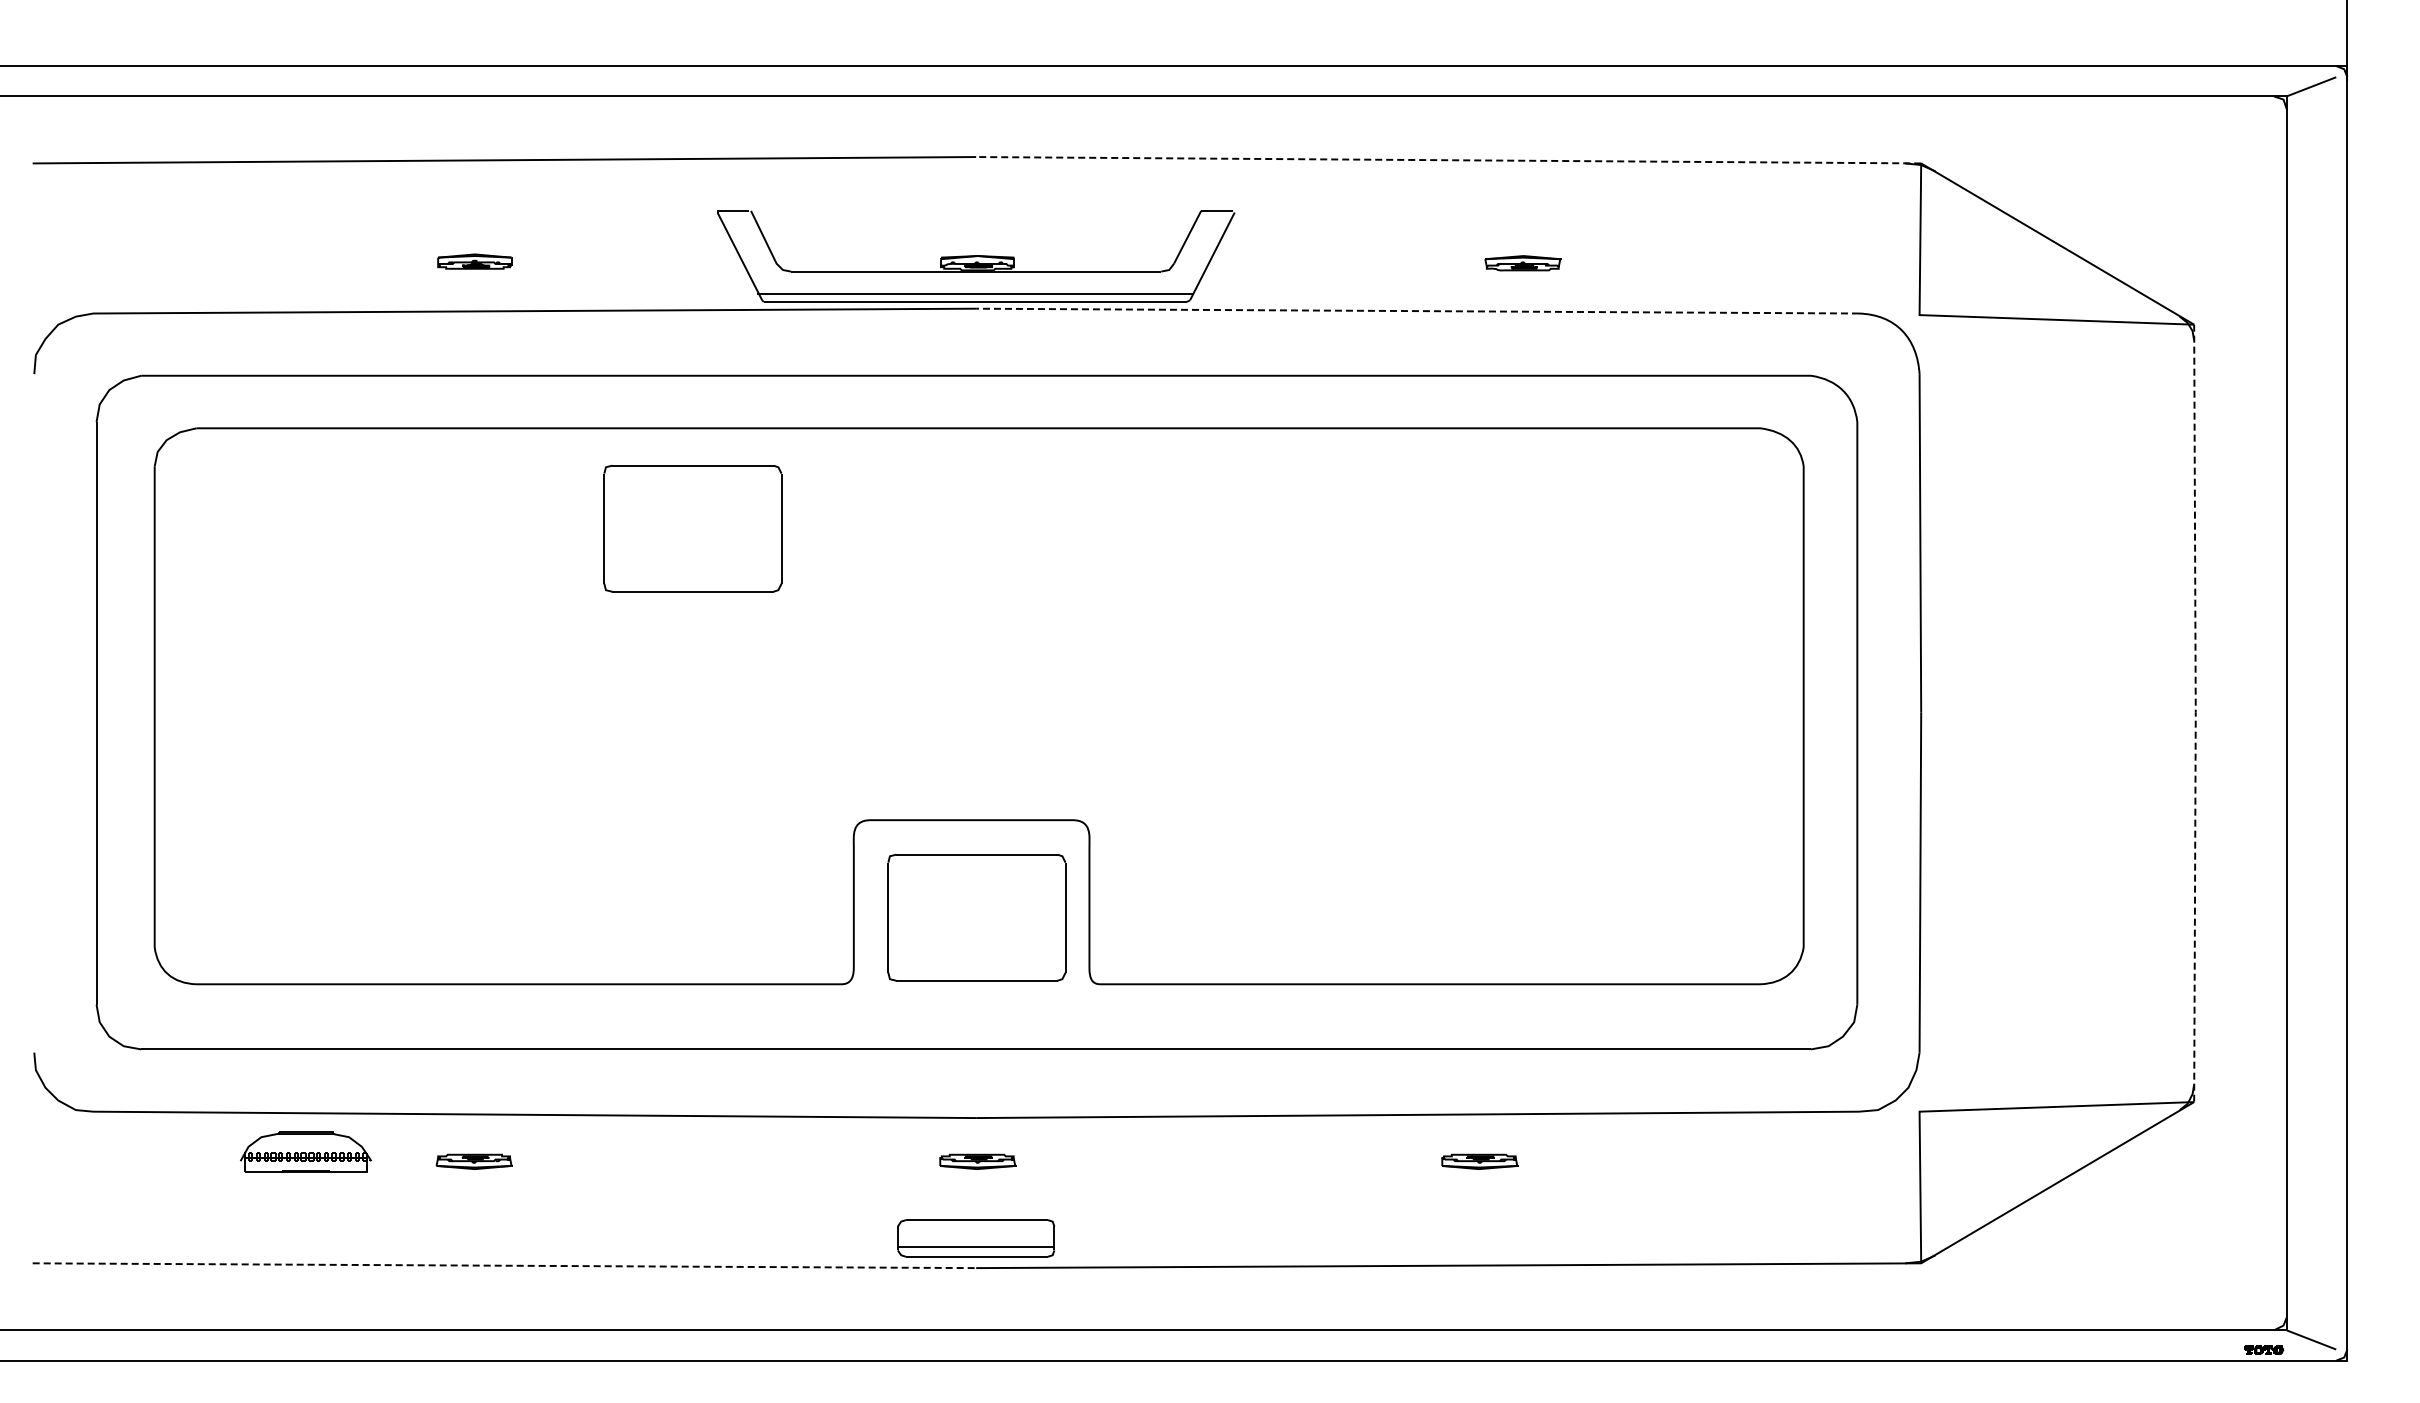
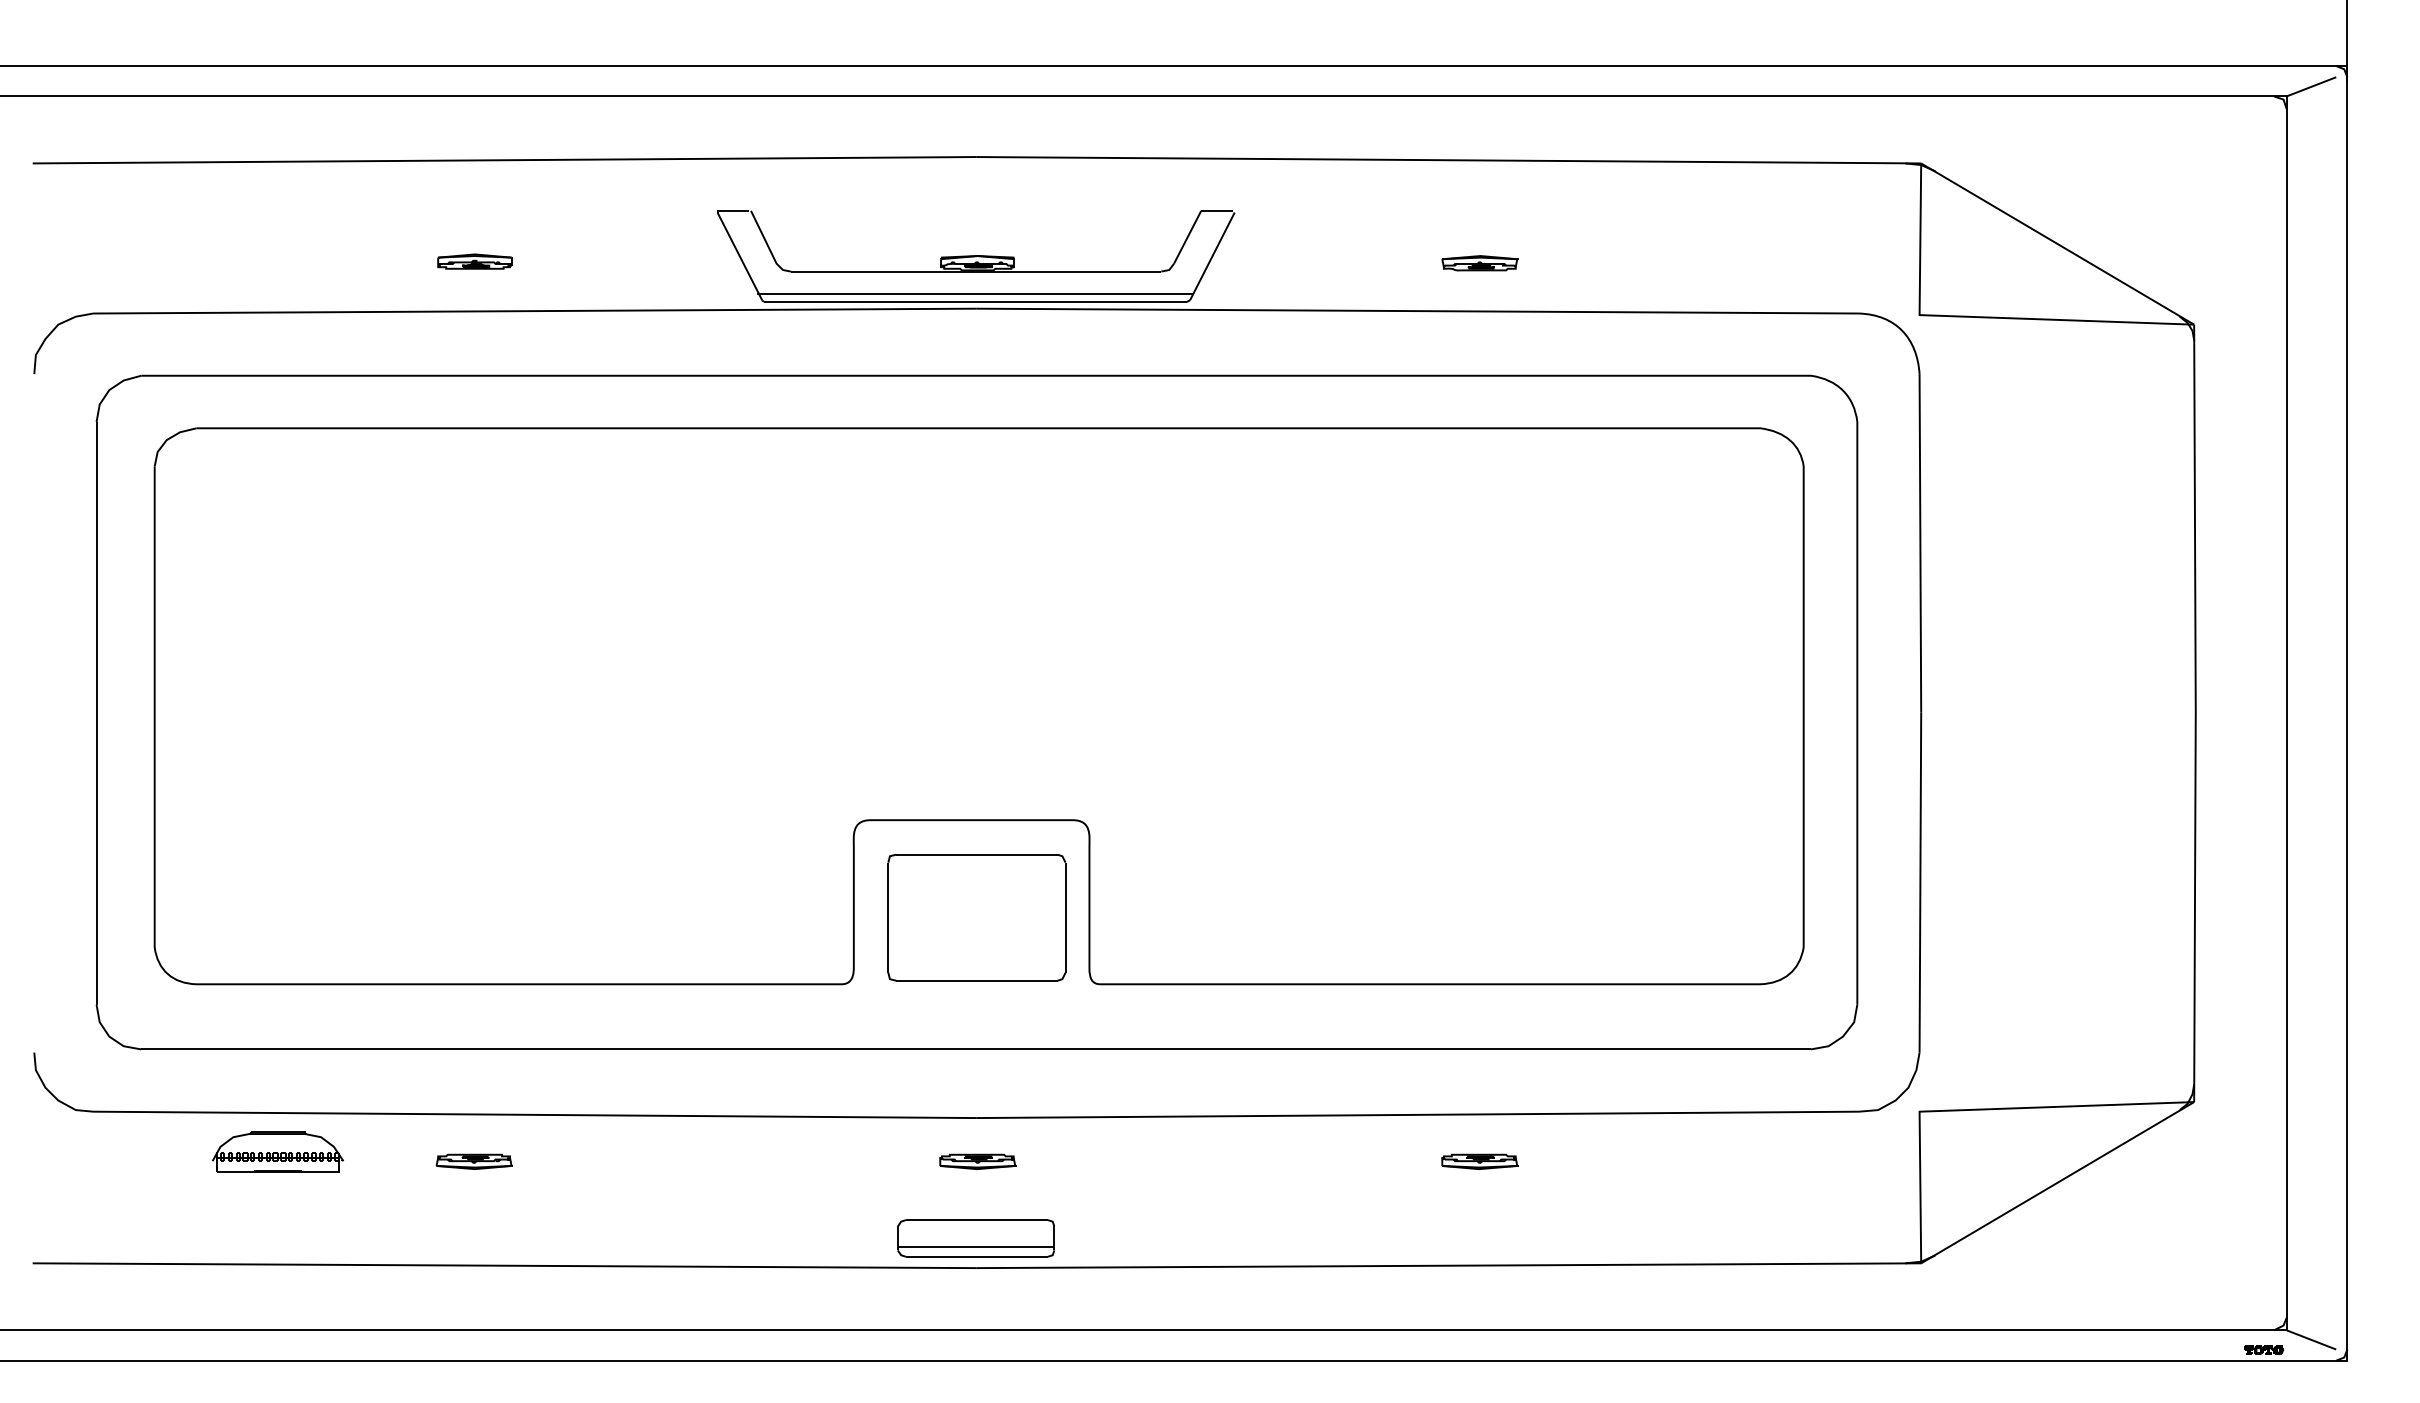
line at (1448, 160): dashed -> solid
part at (1522, 263) position: (1522, 263) -> (1479, 263)
line at (1417, 311): dashed -> solid
part at (692, 528): present -> none
line at (2195, 713): dashed -> solid
part at (305, 1151) position: (305, 1151) -> (277, 1151)
line at (504, 1265): dashed -> solid
